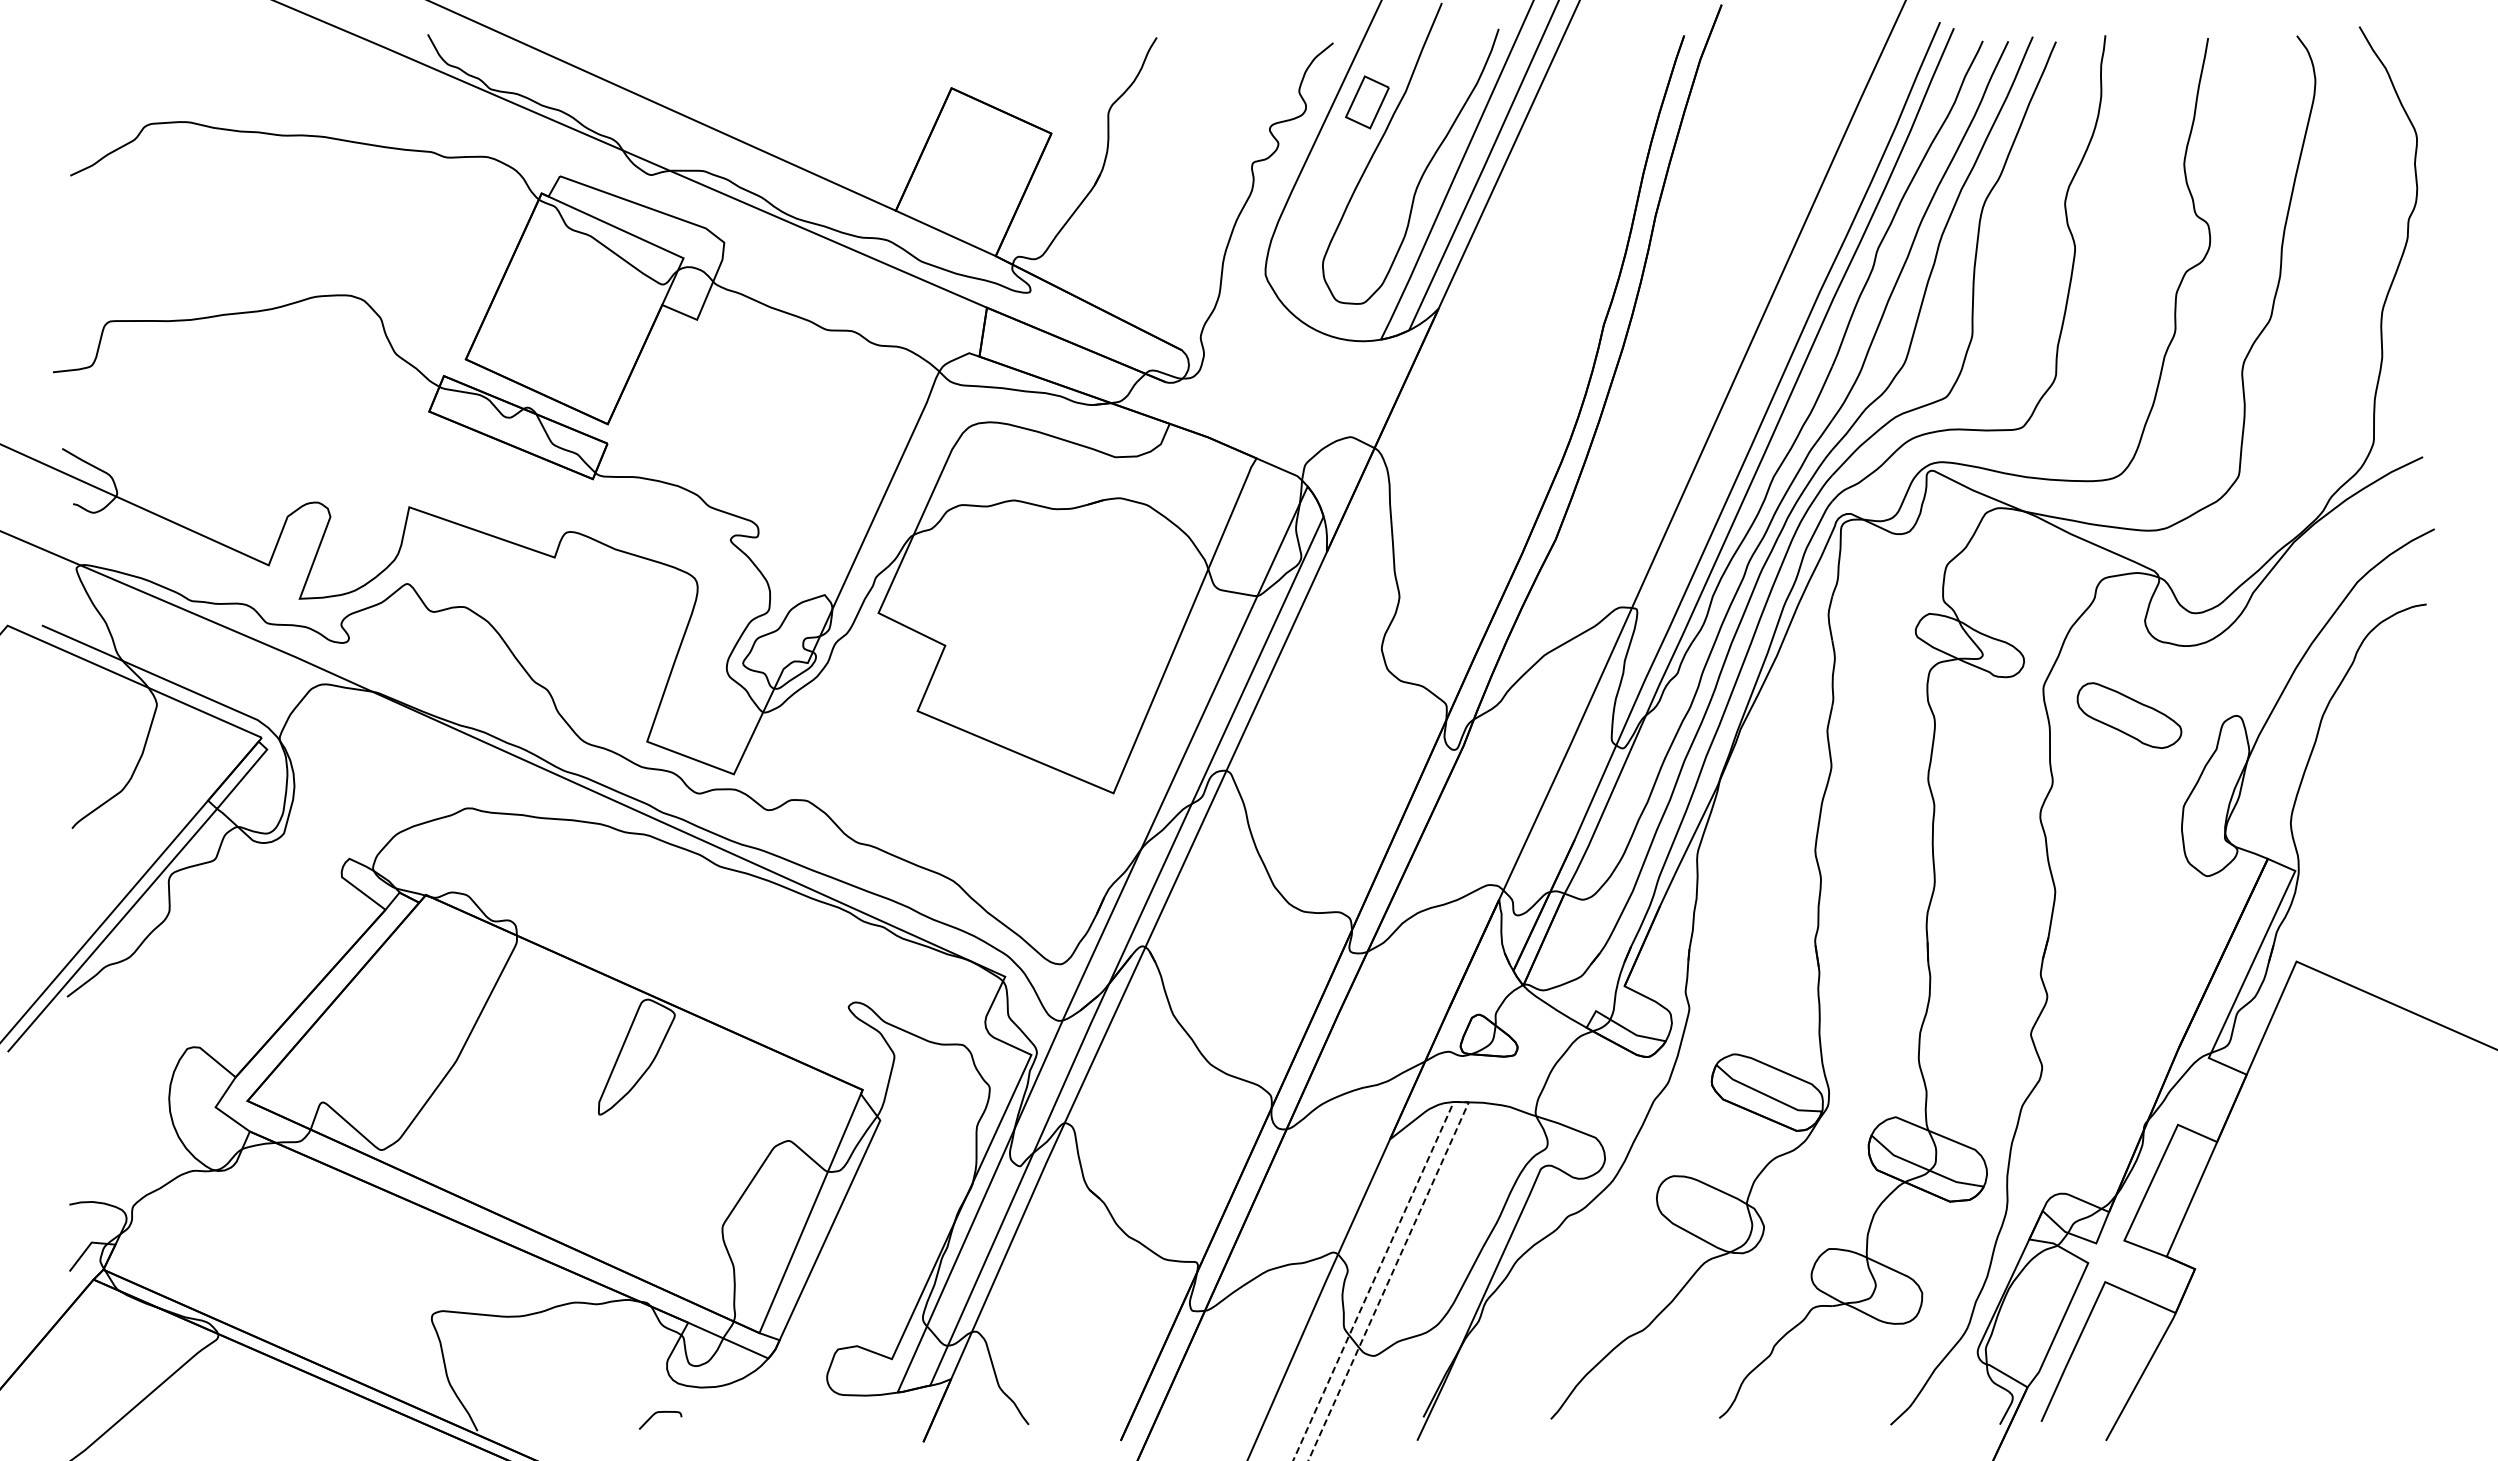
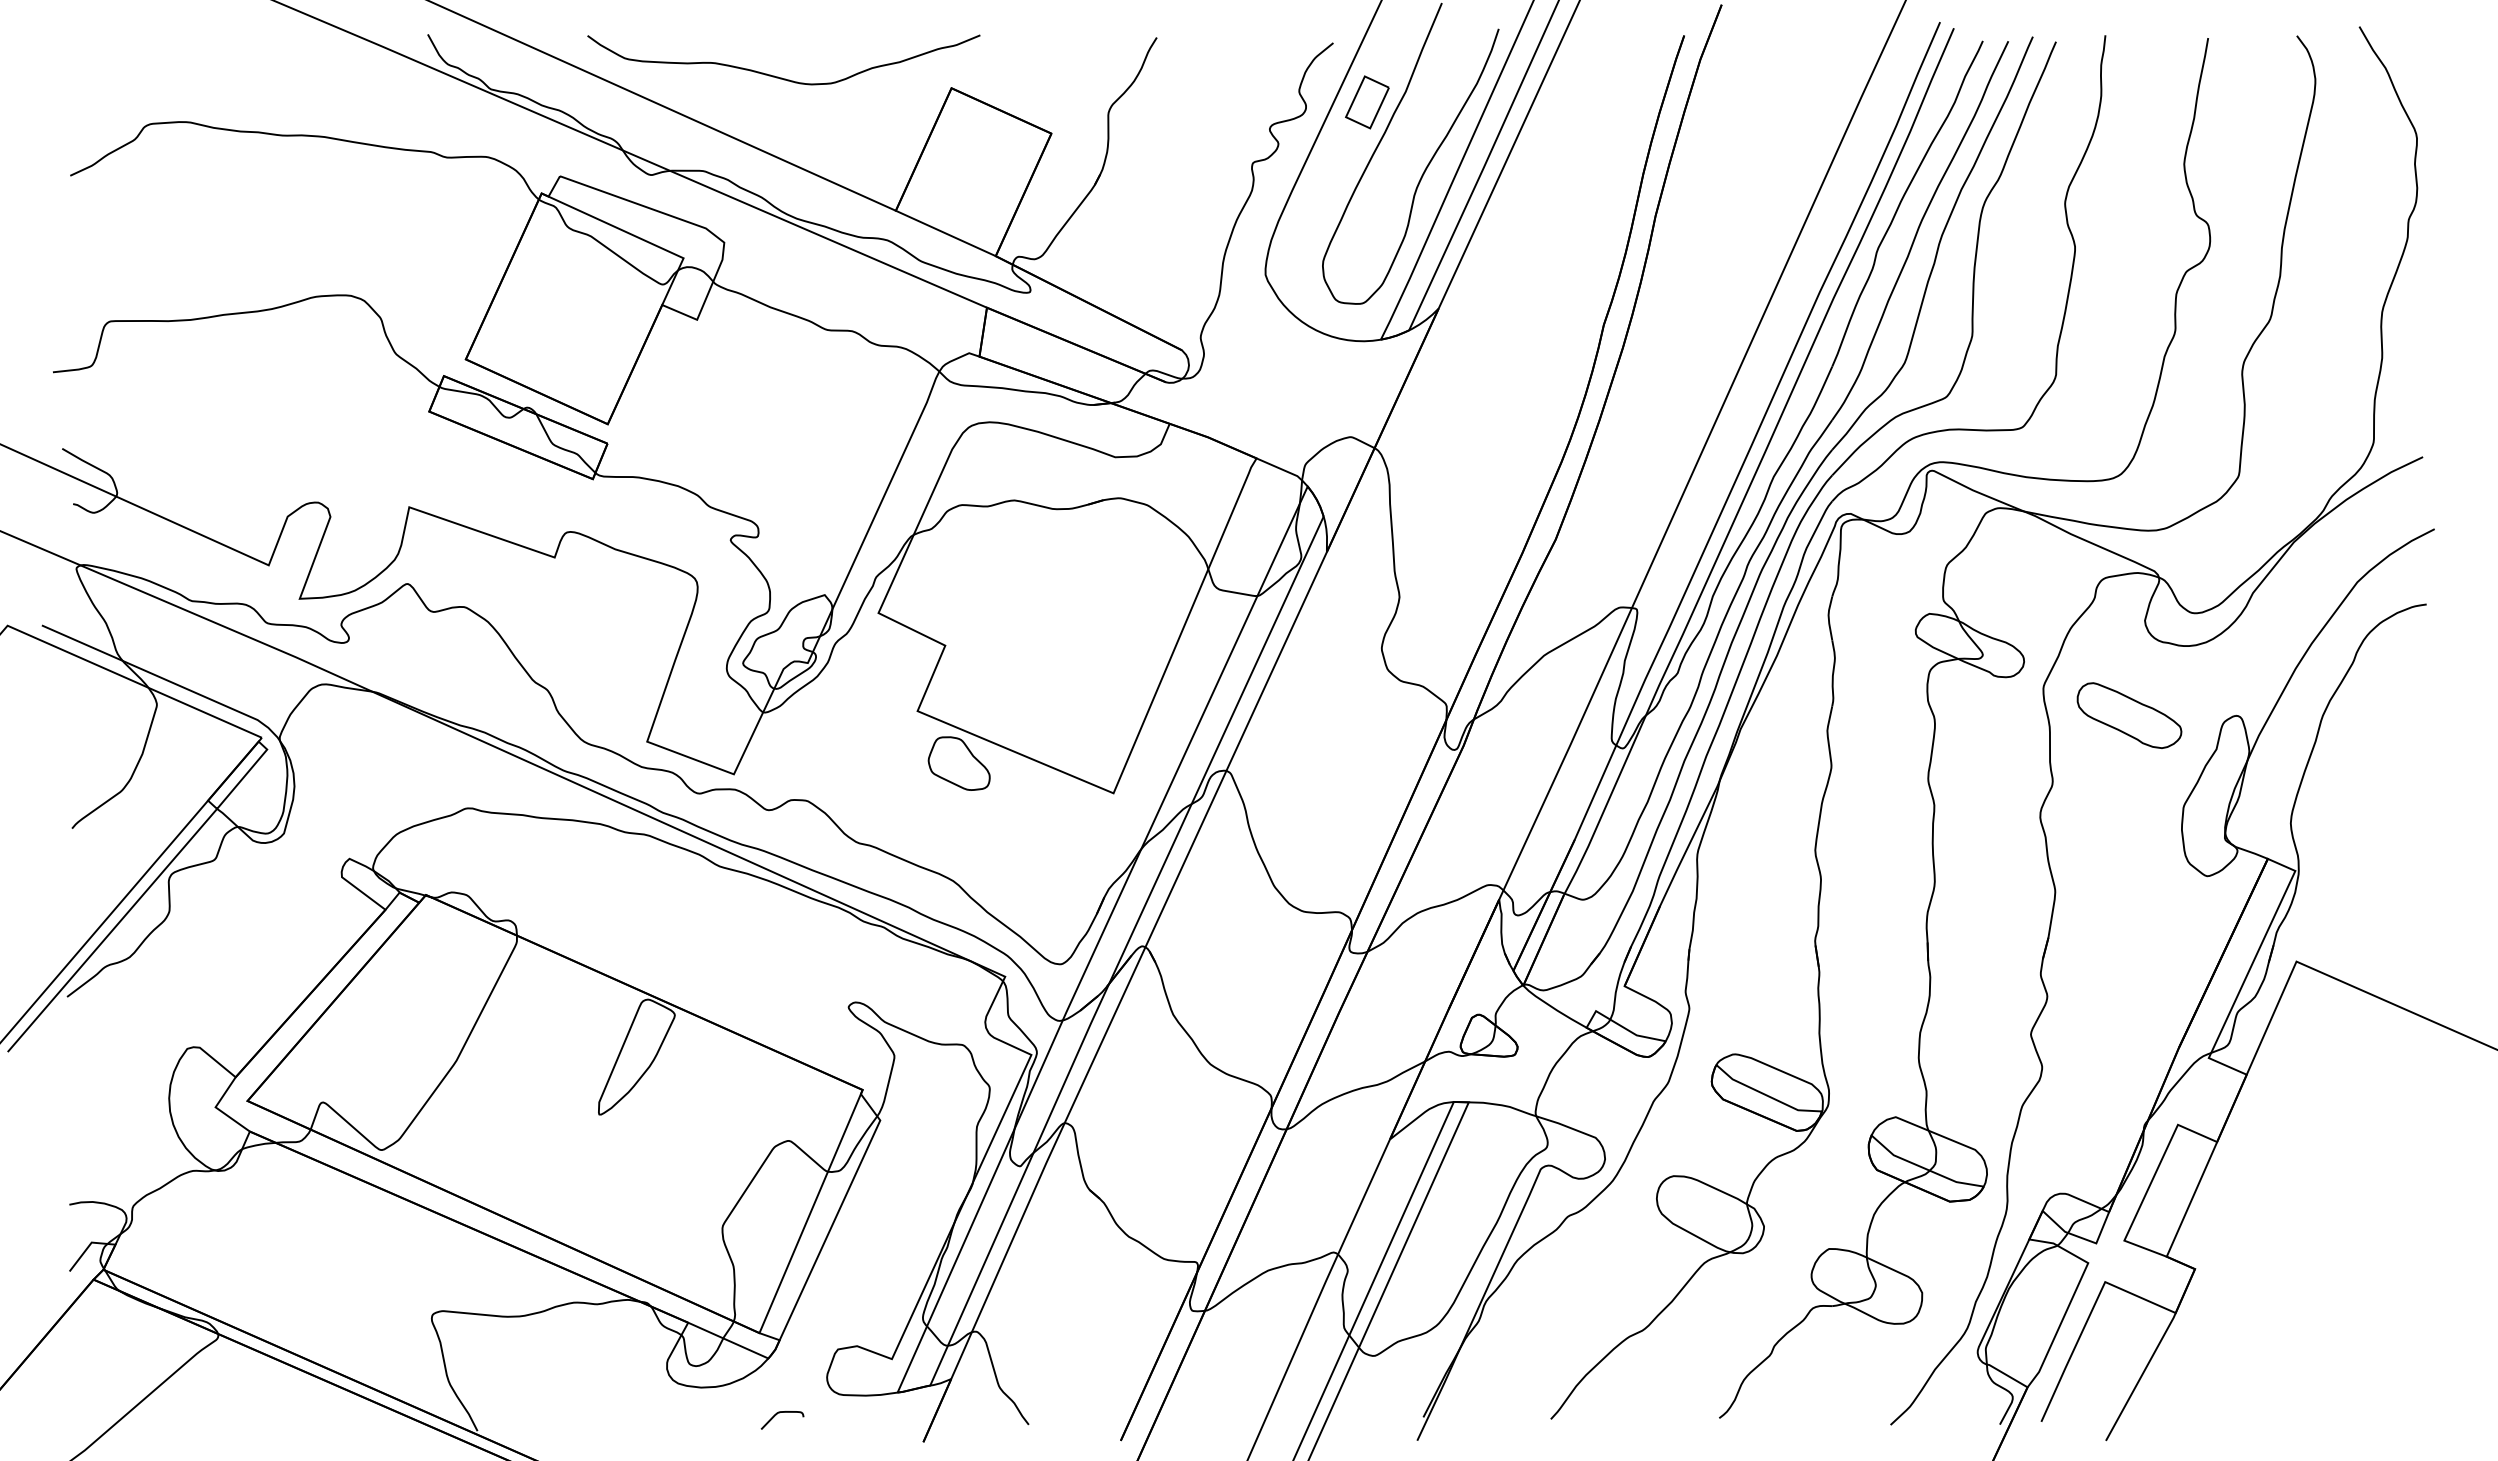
curve at (778, 76): none -> present
part at (958, 763): none -> present
line at (1461, 1102): dashed -> solid
curve at (657, 1413) position: (657, 1413) -> (779, 1413)
